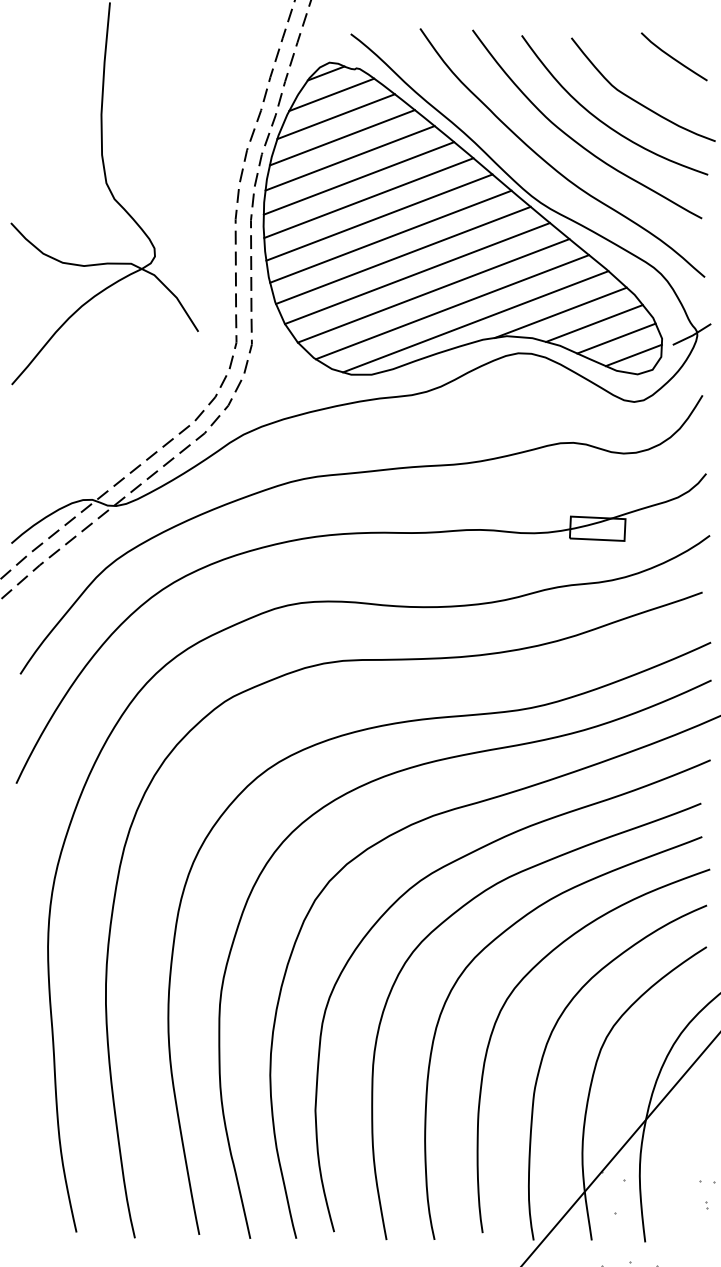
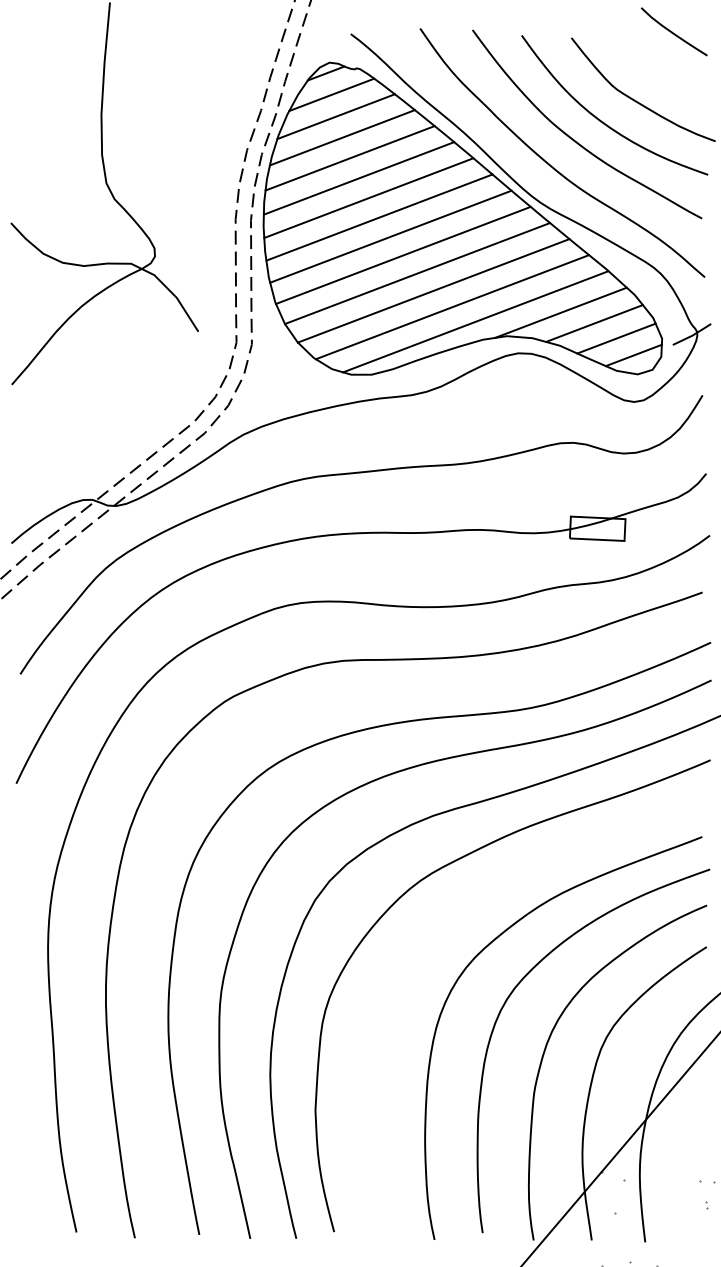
curve at (672, 56) position: (672, 56) -> (672, 31)
curve at (453, 915): present -> none
